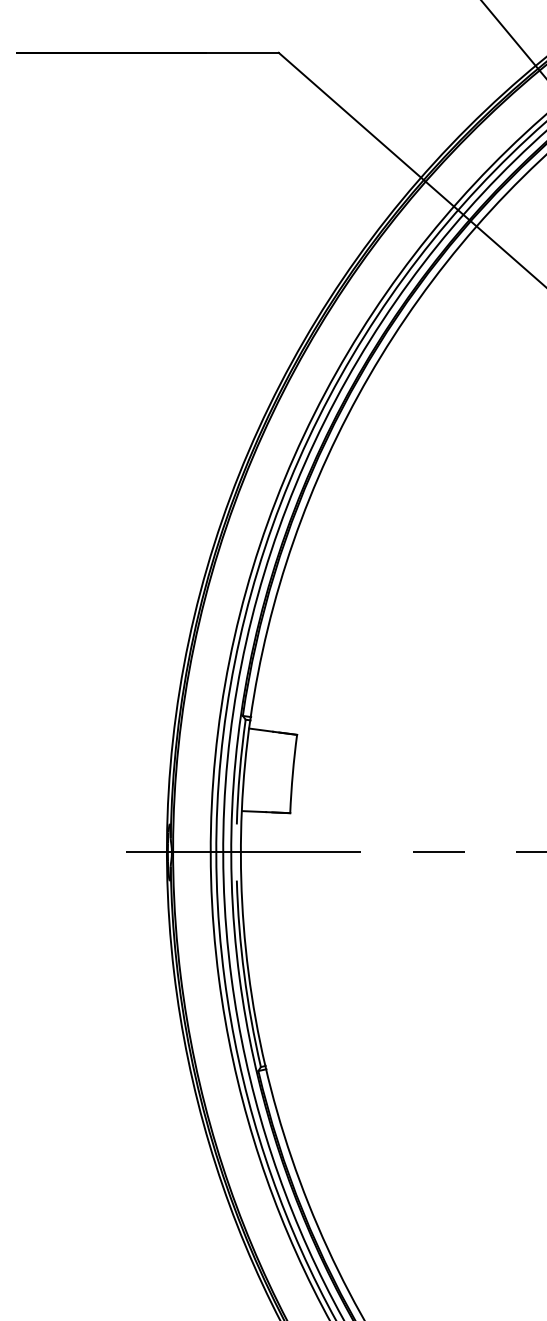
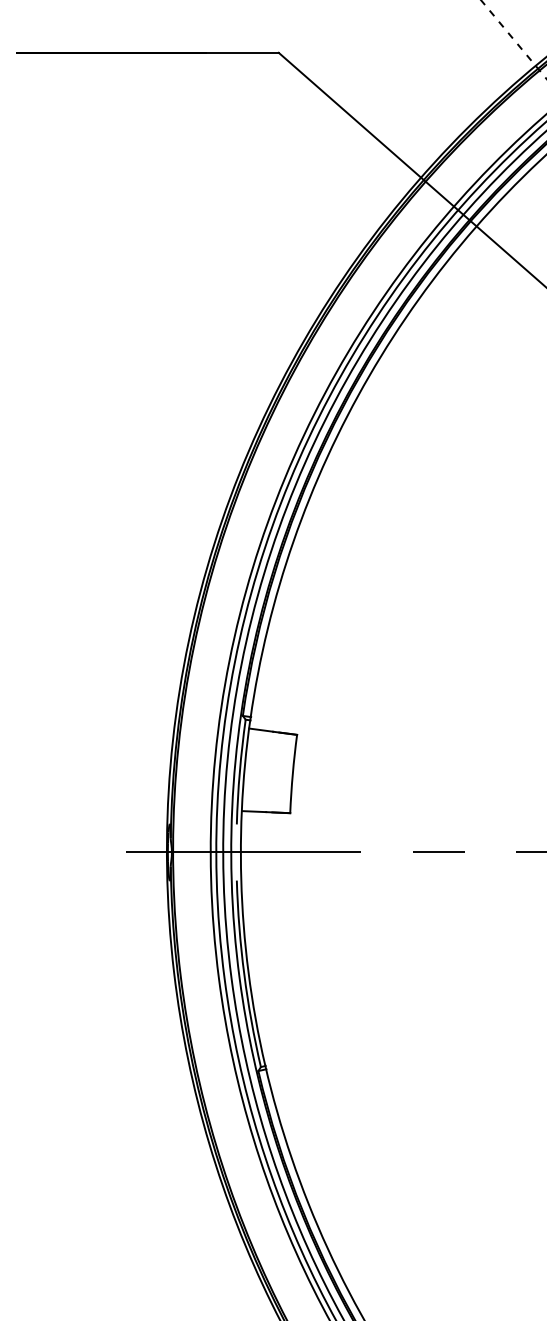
line at (514, 39): solid -> dashed
